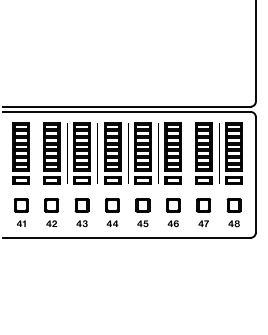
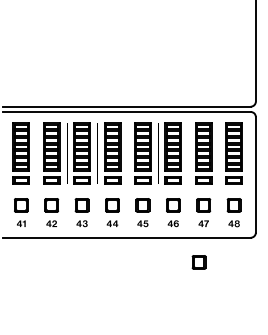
fill at (127, 153): present -> none
fill at (219, 153): present -> none
part at (198, 262): none -> present
